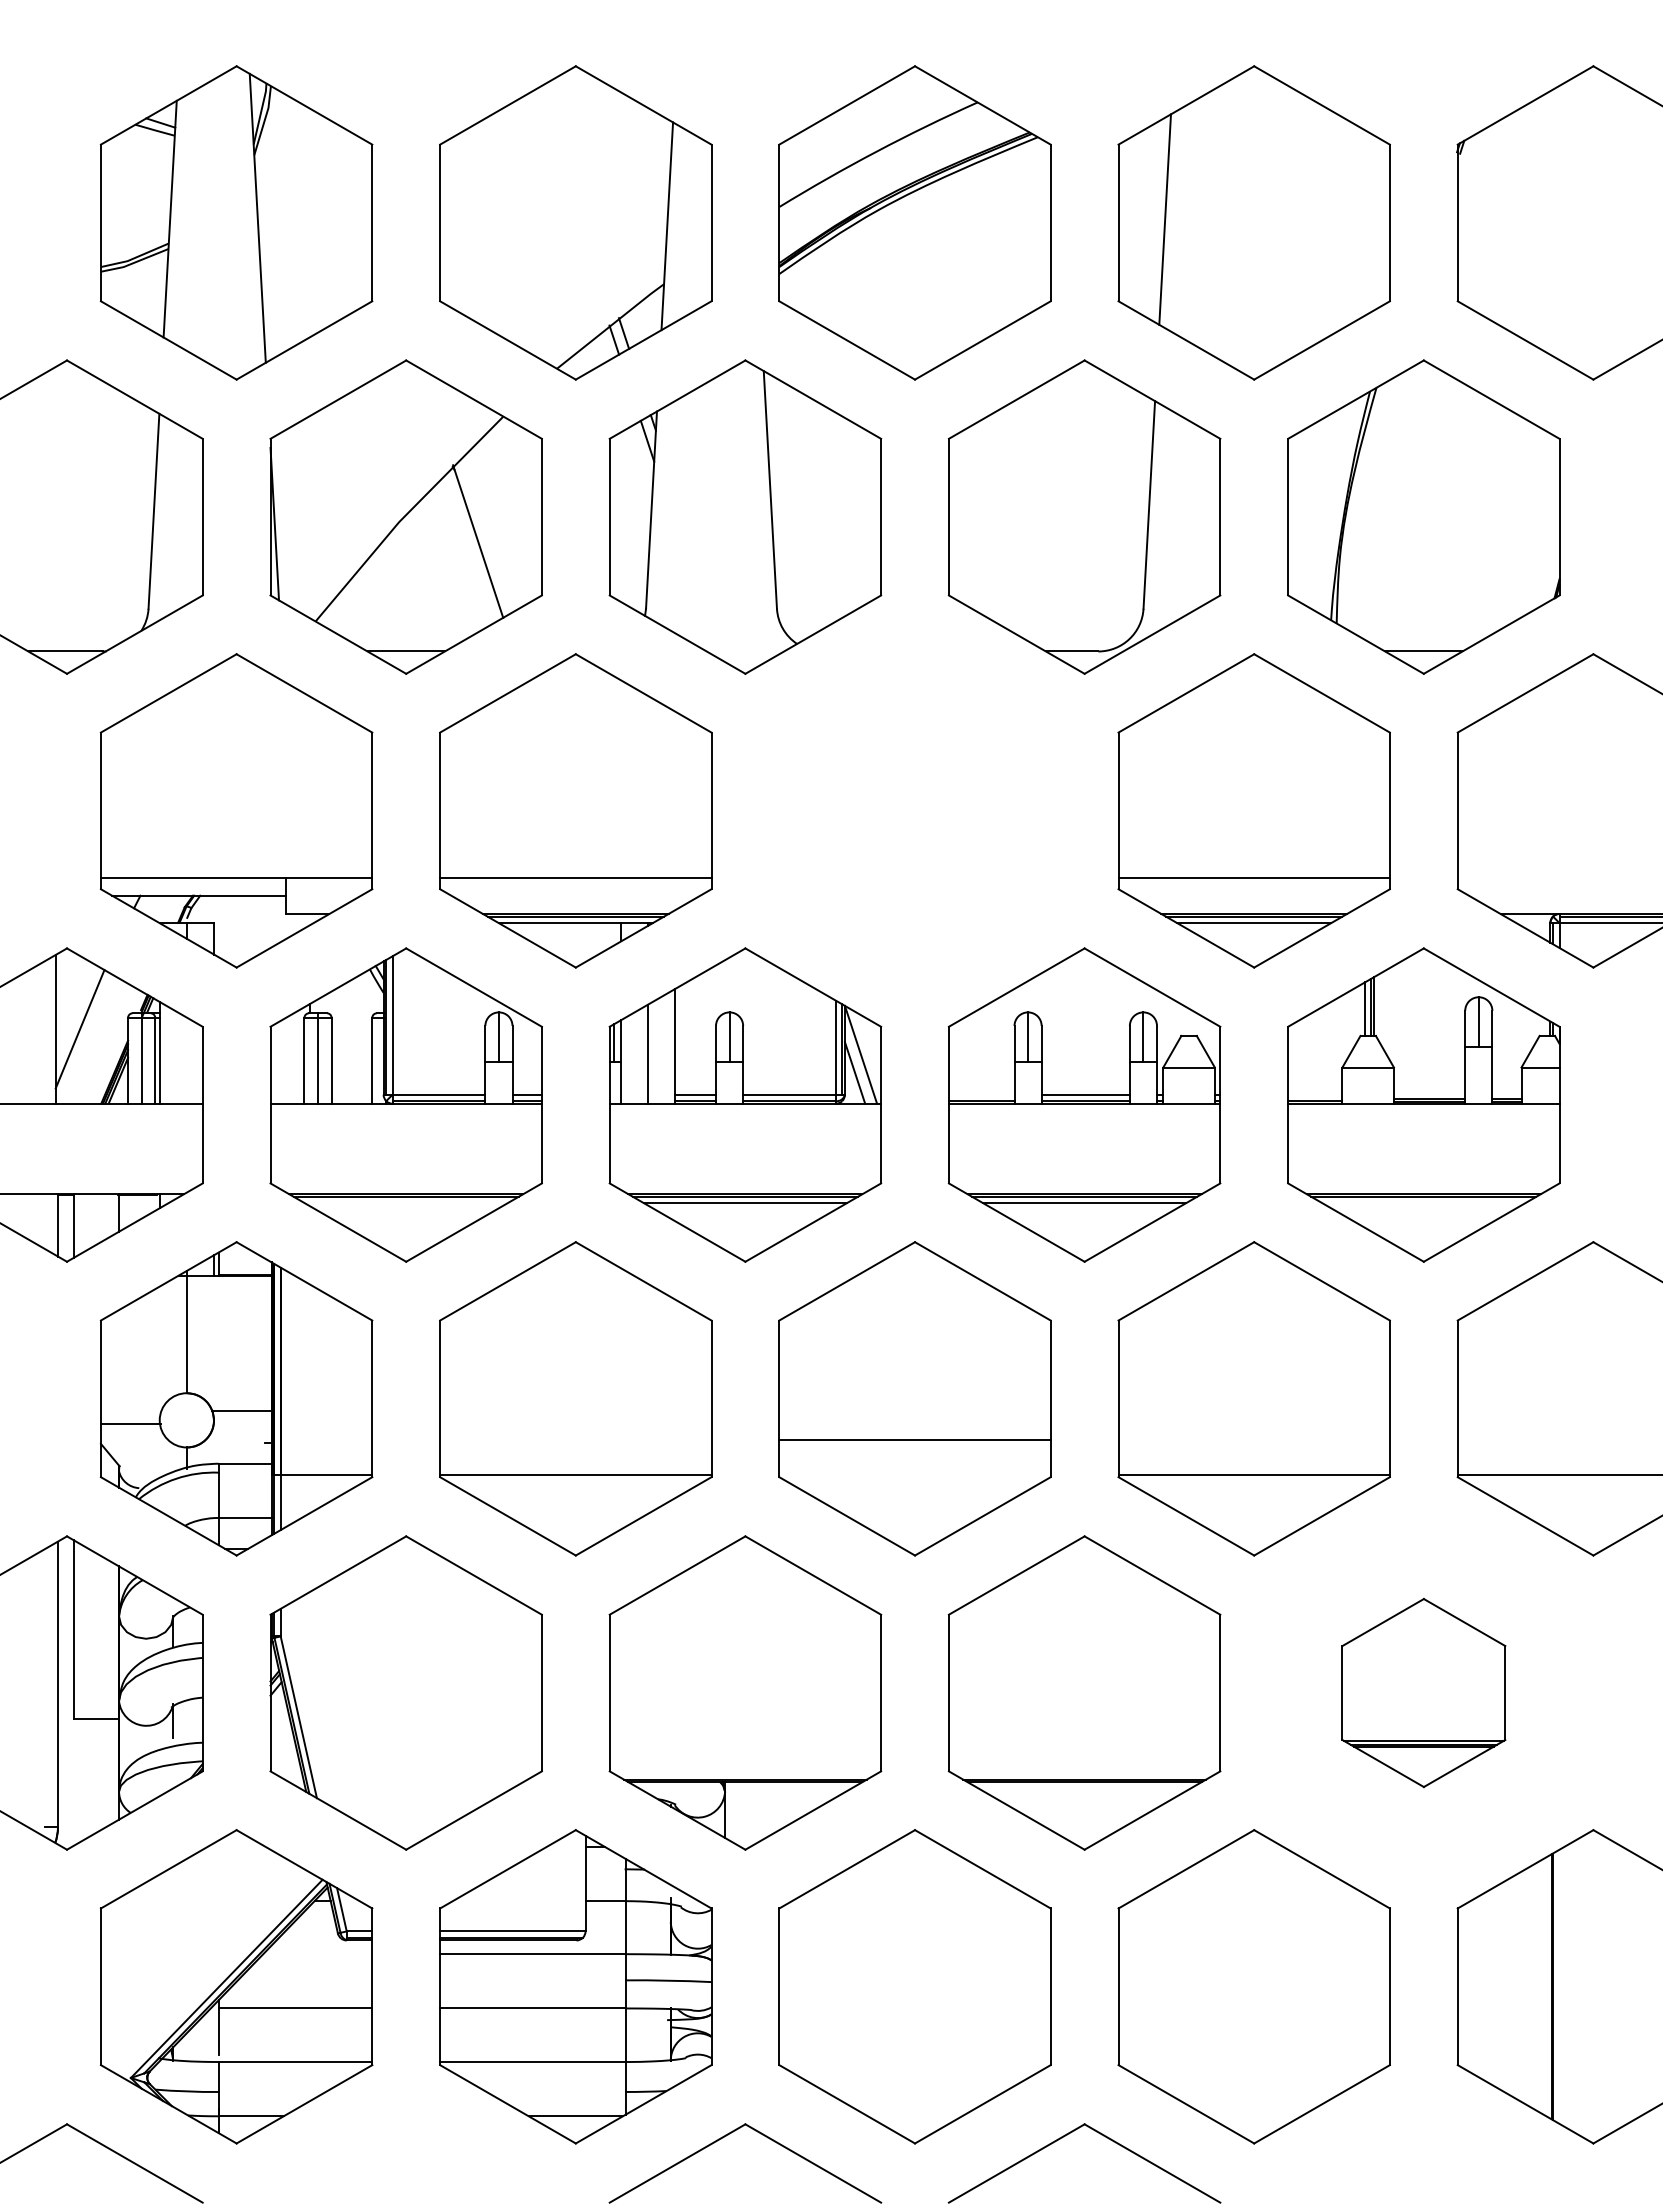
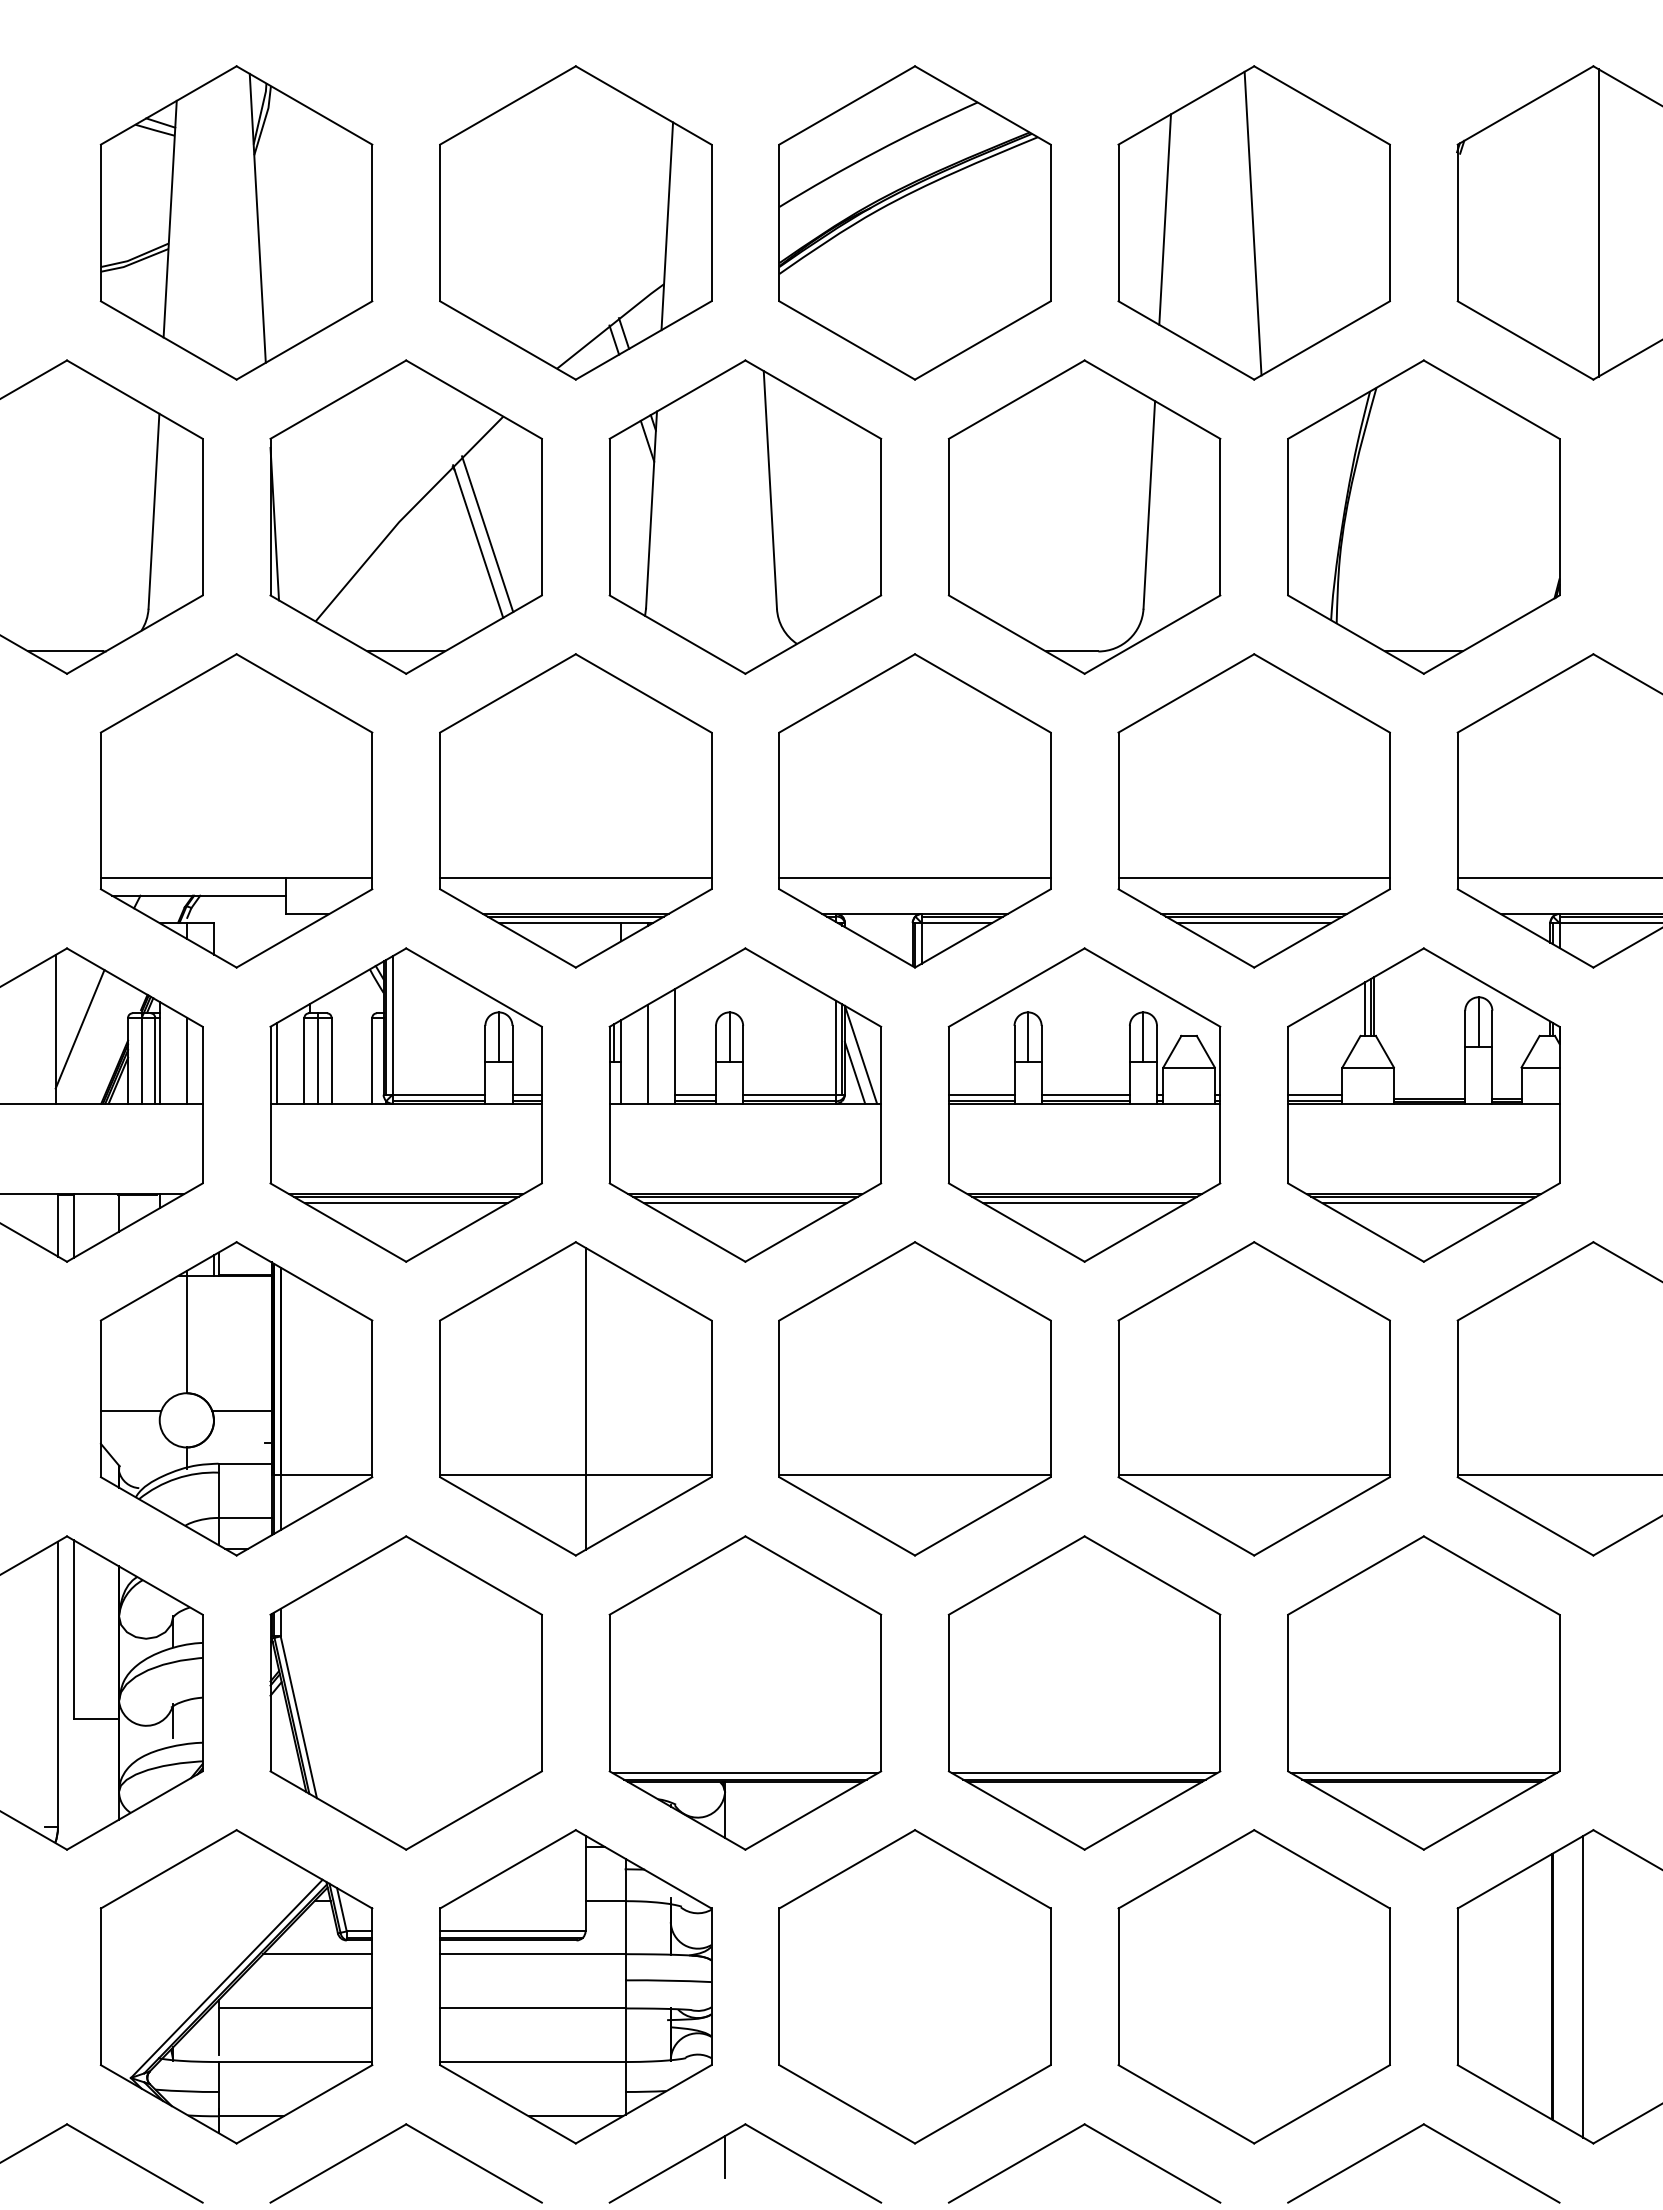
line at (1598, 222): none -> present
line at (1252, 223): none -> present
line at (487, 534): none -> present
part at (914, 810): none -> present
line at (1558, 877): none -> present
line at (186, 1060): none -> present
line at (277, 1062): none -> present
line at (981, 1094): none -> present
line at (1315, 1094): none -> present
line at (405, 1203): none -> present
line at (1423, 1203): none -> present
line at (585, 1398): none -> present
line at (130, 1424) position: (130, 1424) -> (130, 1411)
line at (914, 1439) position: (914, 1439) -> (914, 1474)
part at (1423, 1693) size: 166x191 px -> 274x316 px
line at (745, 1773): none -> present
line at (1084, 1773): none -> present
line at (317, 1954): none -> present
line at (1583, 1986): none -> present
part at (1408, 2134): none -> present
part at (389, 2135): none -> present
line at (725, 2156): none -> present
